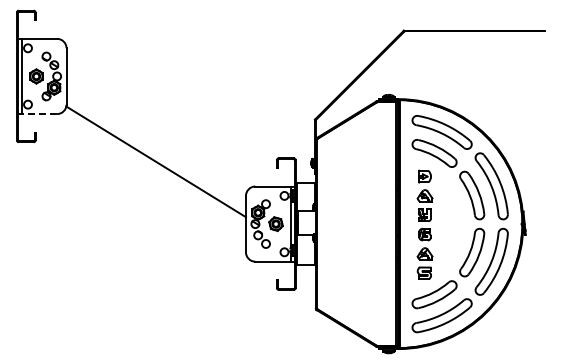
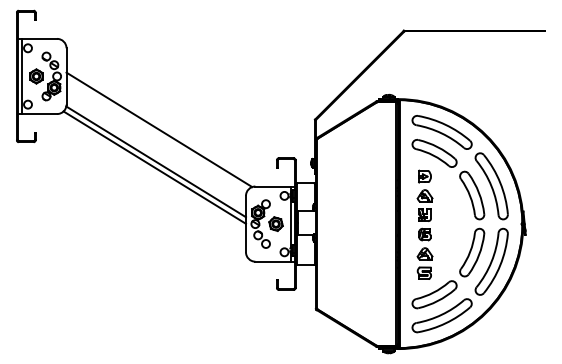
line at (39, 114): dashed -> solid
line at (159, 129): none -> present
line at (154, 167): none -> present
